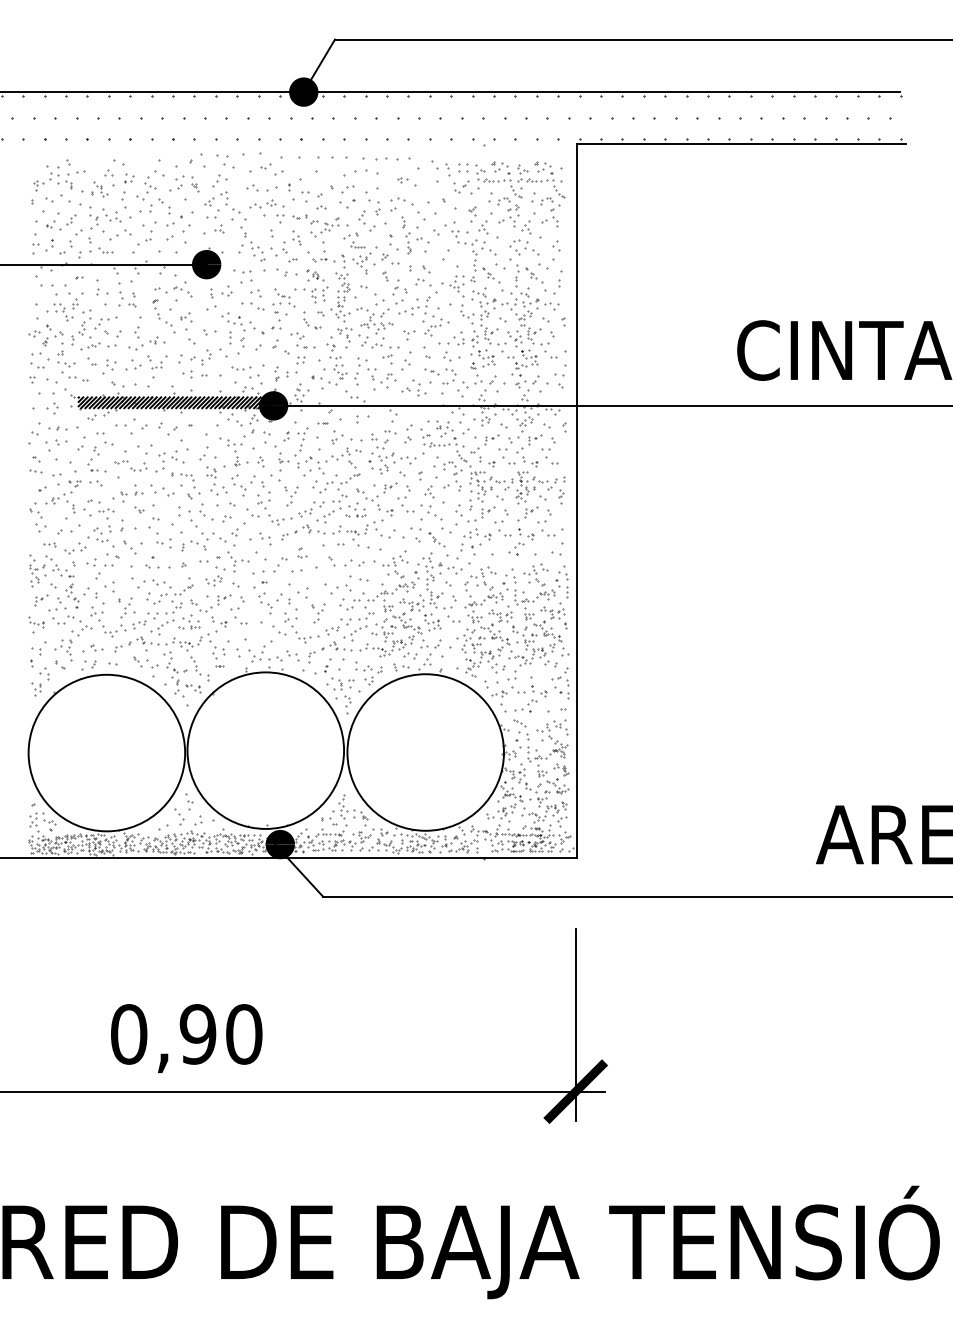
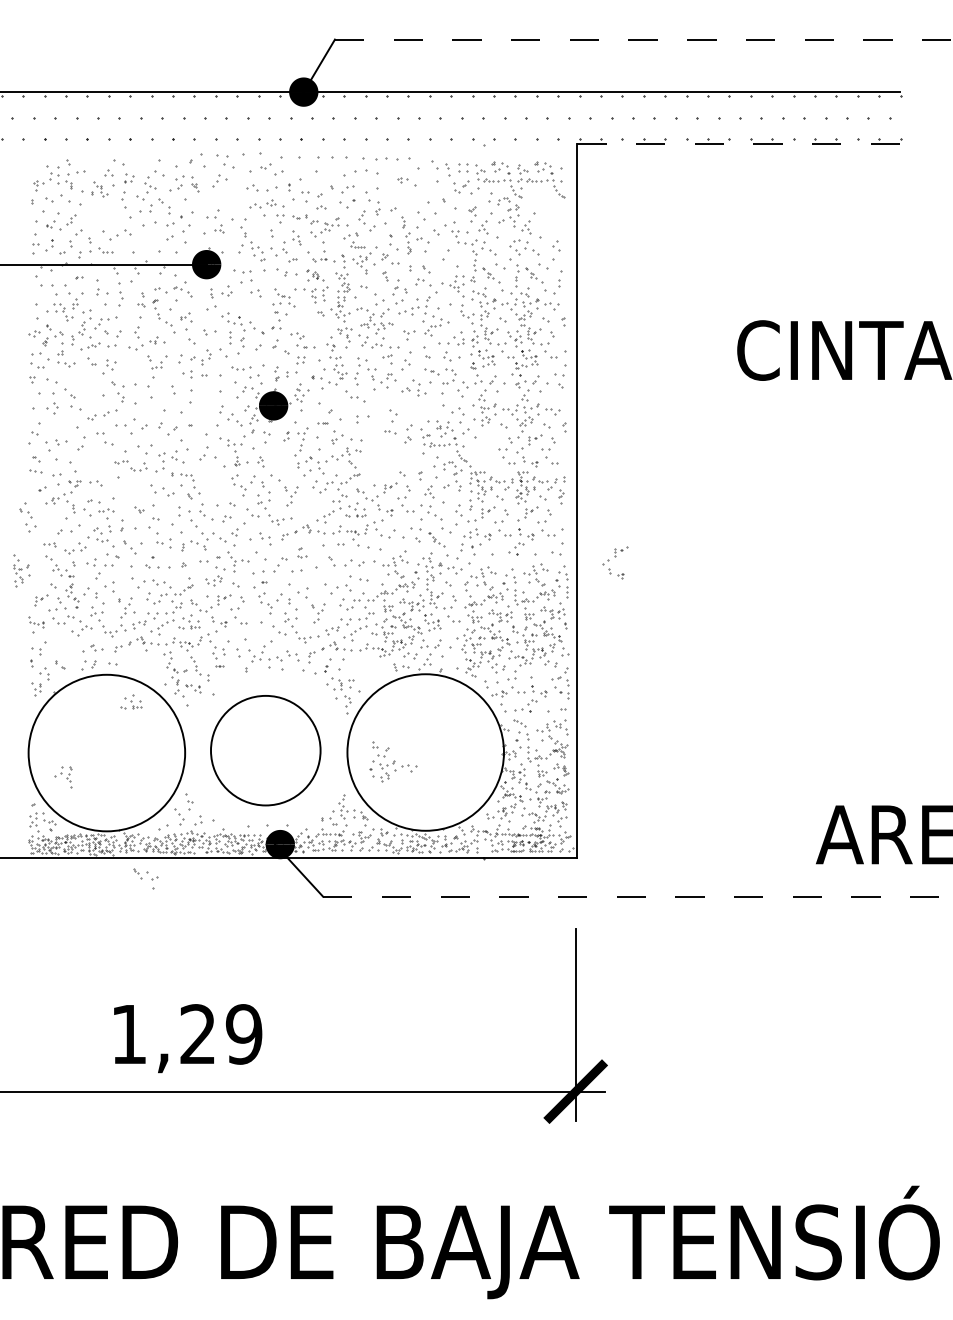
line at (643, 39): solid -> dashed
line at (742, 144): solid -> dashed
part at (401, 201): present -> none
part at (222, 202): present -> none
part at (545, 209): present -> none
part at (105, 217): present -> none
part at (144, 237): present -> none
part at (132, 299) position: (132, 299) -> (141, 299)
part at (252, 306): present -> none
part at (312, 320): present -> none
part at (133, 364): present -> none
part at (74, 376): present -> none
hatch at (175, 402): present -> none
line at (616, 406): present -> none
part at (57, 428): present -> none
part at (484, 450): present -> none
part at (392, 453) position: (392, 453) -> (393, 761)
part at (281, 458): present -> none
part at (96, 459): present -> none
part at (216, 480): present -> none
part at (131, 493): present -> none
part at (311, 509): present -> none
part at (37, 517) position: (37, 517) -> (27, 517)
part at (615, 562): none -> present
part at (37, 570) position: (37, 570) -> (21, 570)
part at (63, 650) position: (63, 650) -> (63, 777)
part at (145, 666) position: (145, 666) -> (145, 878)
part at (368, 673): present -> none
part at (131, 701): none -> present
circle at (265, 750) diameter: 157 px -> 110 px
line at (637, 896): solid -> dashed
text at (186, 1034): 0,90 -> 1,29
